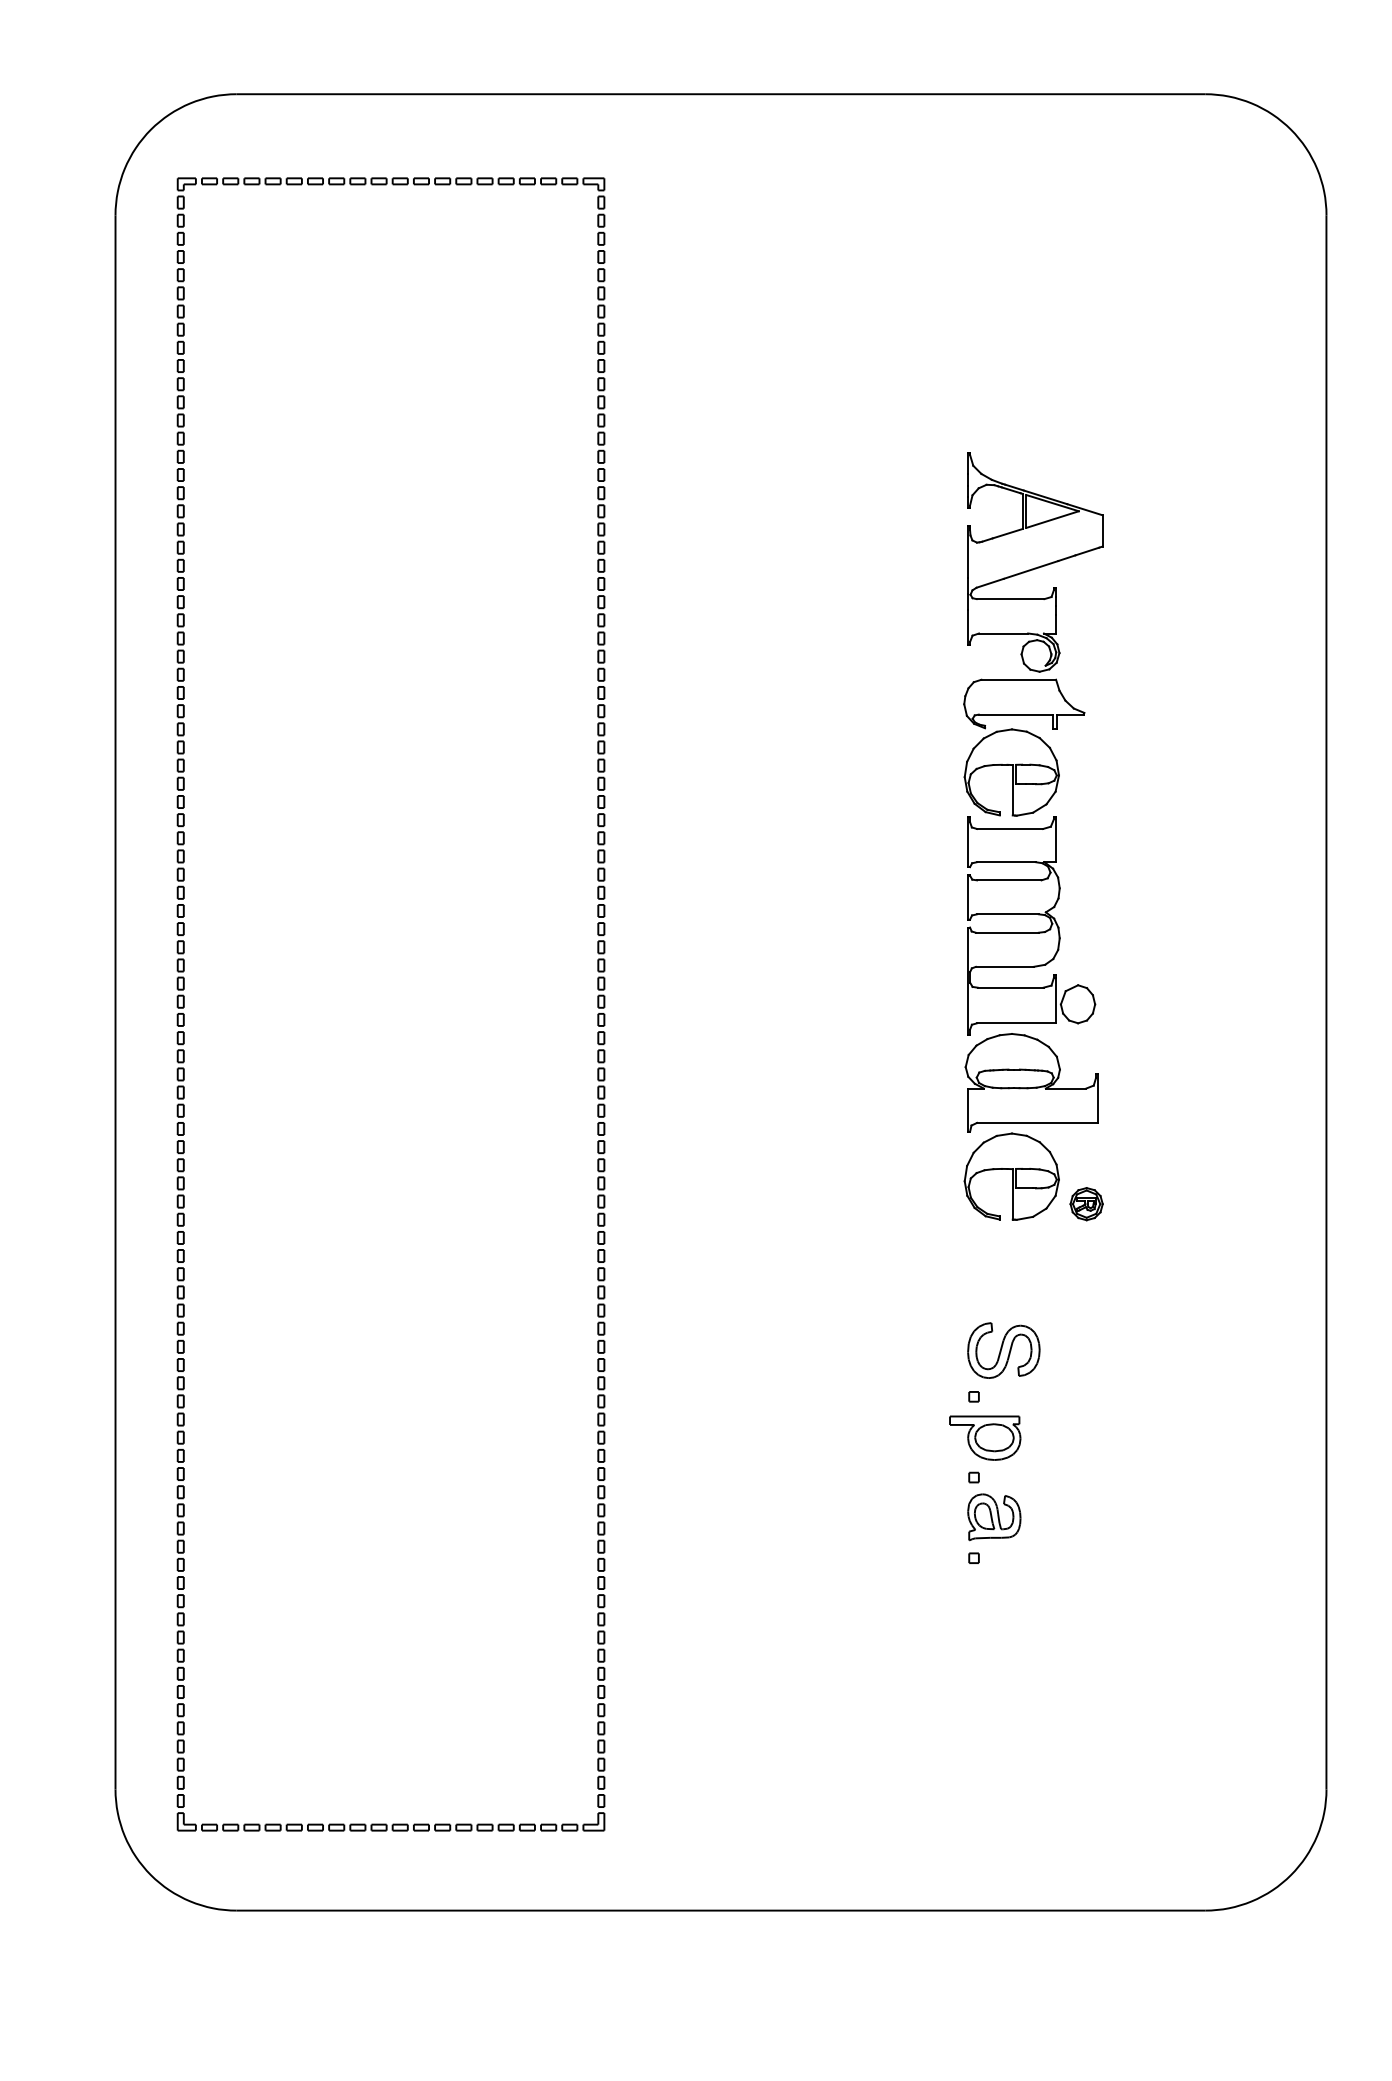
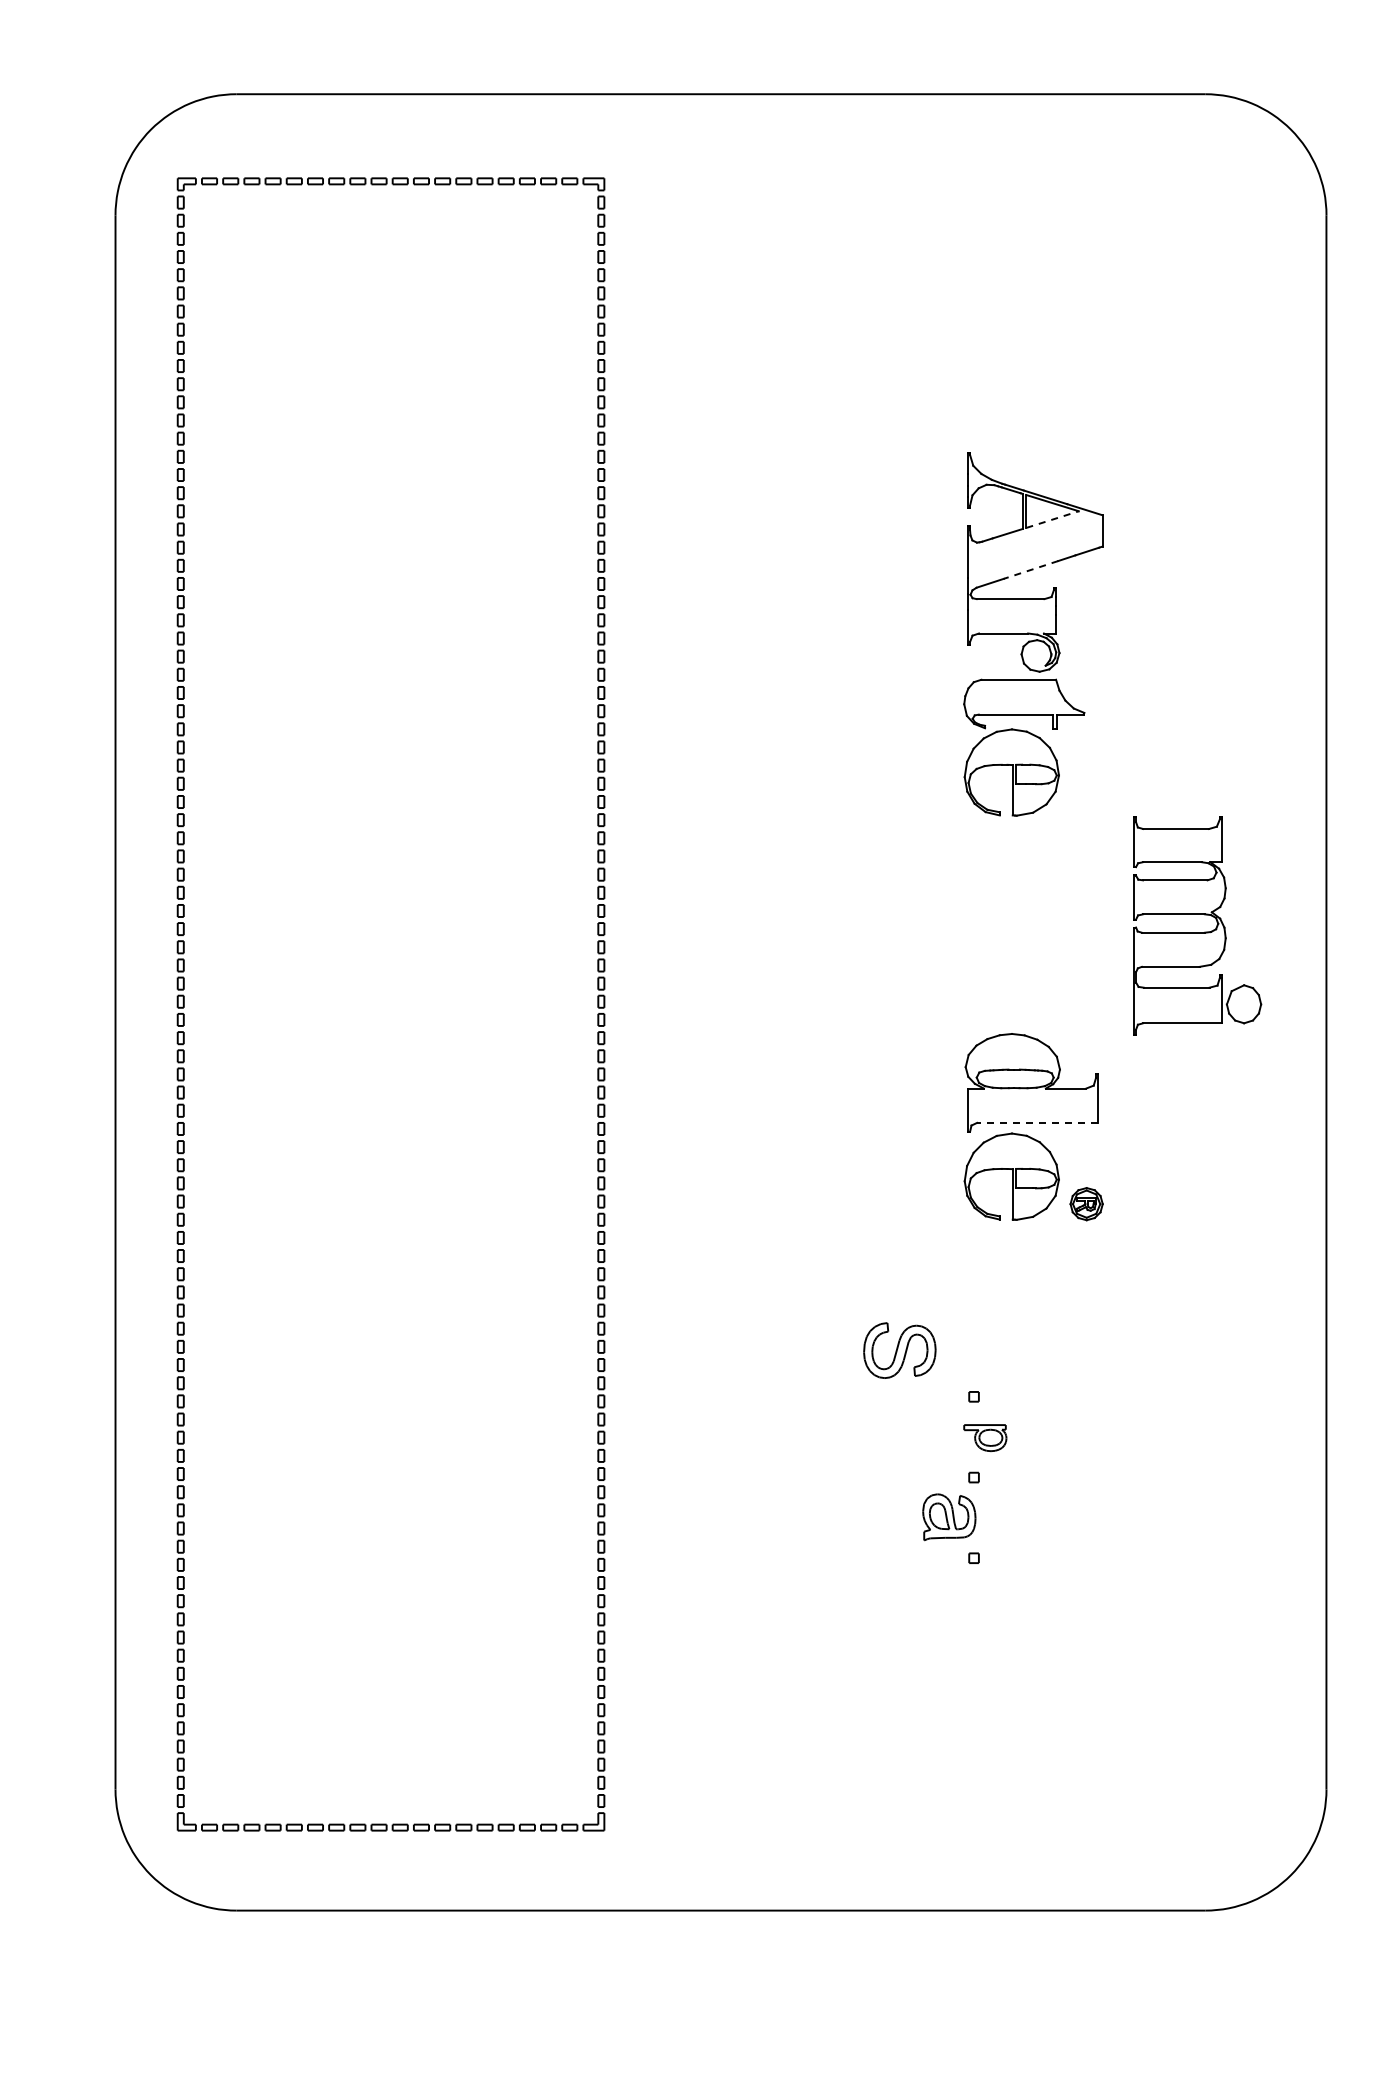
line at (1052, 519): solid -> dashed
line at (1031, 569): solid -> dashed
part at (1031, 932) position: (1031, 932) -> (1197, 932)
line at (1037, 1122): solid -> dashed
part at (1003, 1350) position: (1003, 1350) -> (899, 1350)
part at (985, 1437) size: 73x46 px -> 45x29 px
part at (994, 1517) position: (994, 1517) -> (949, 1517)
